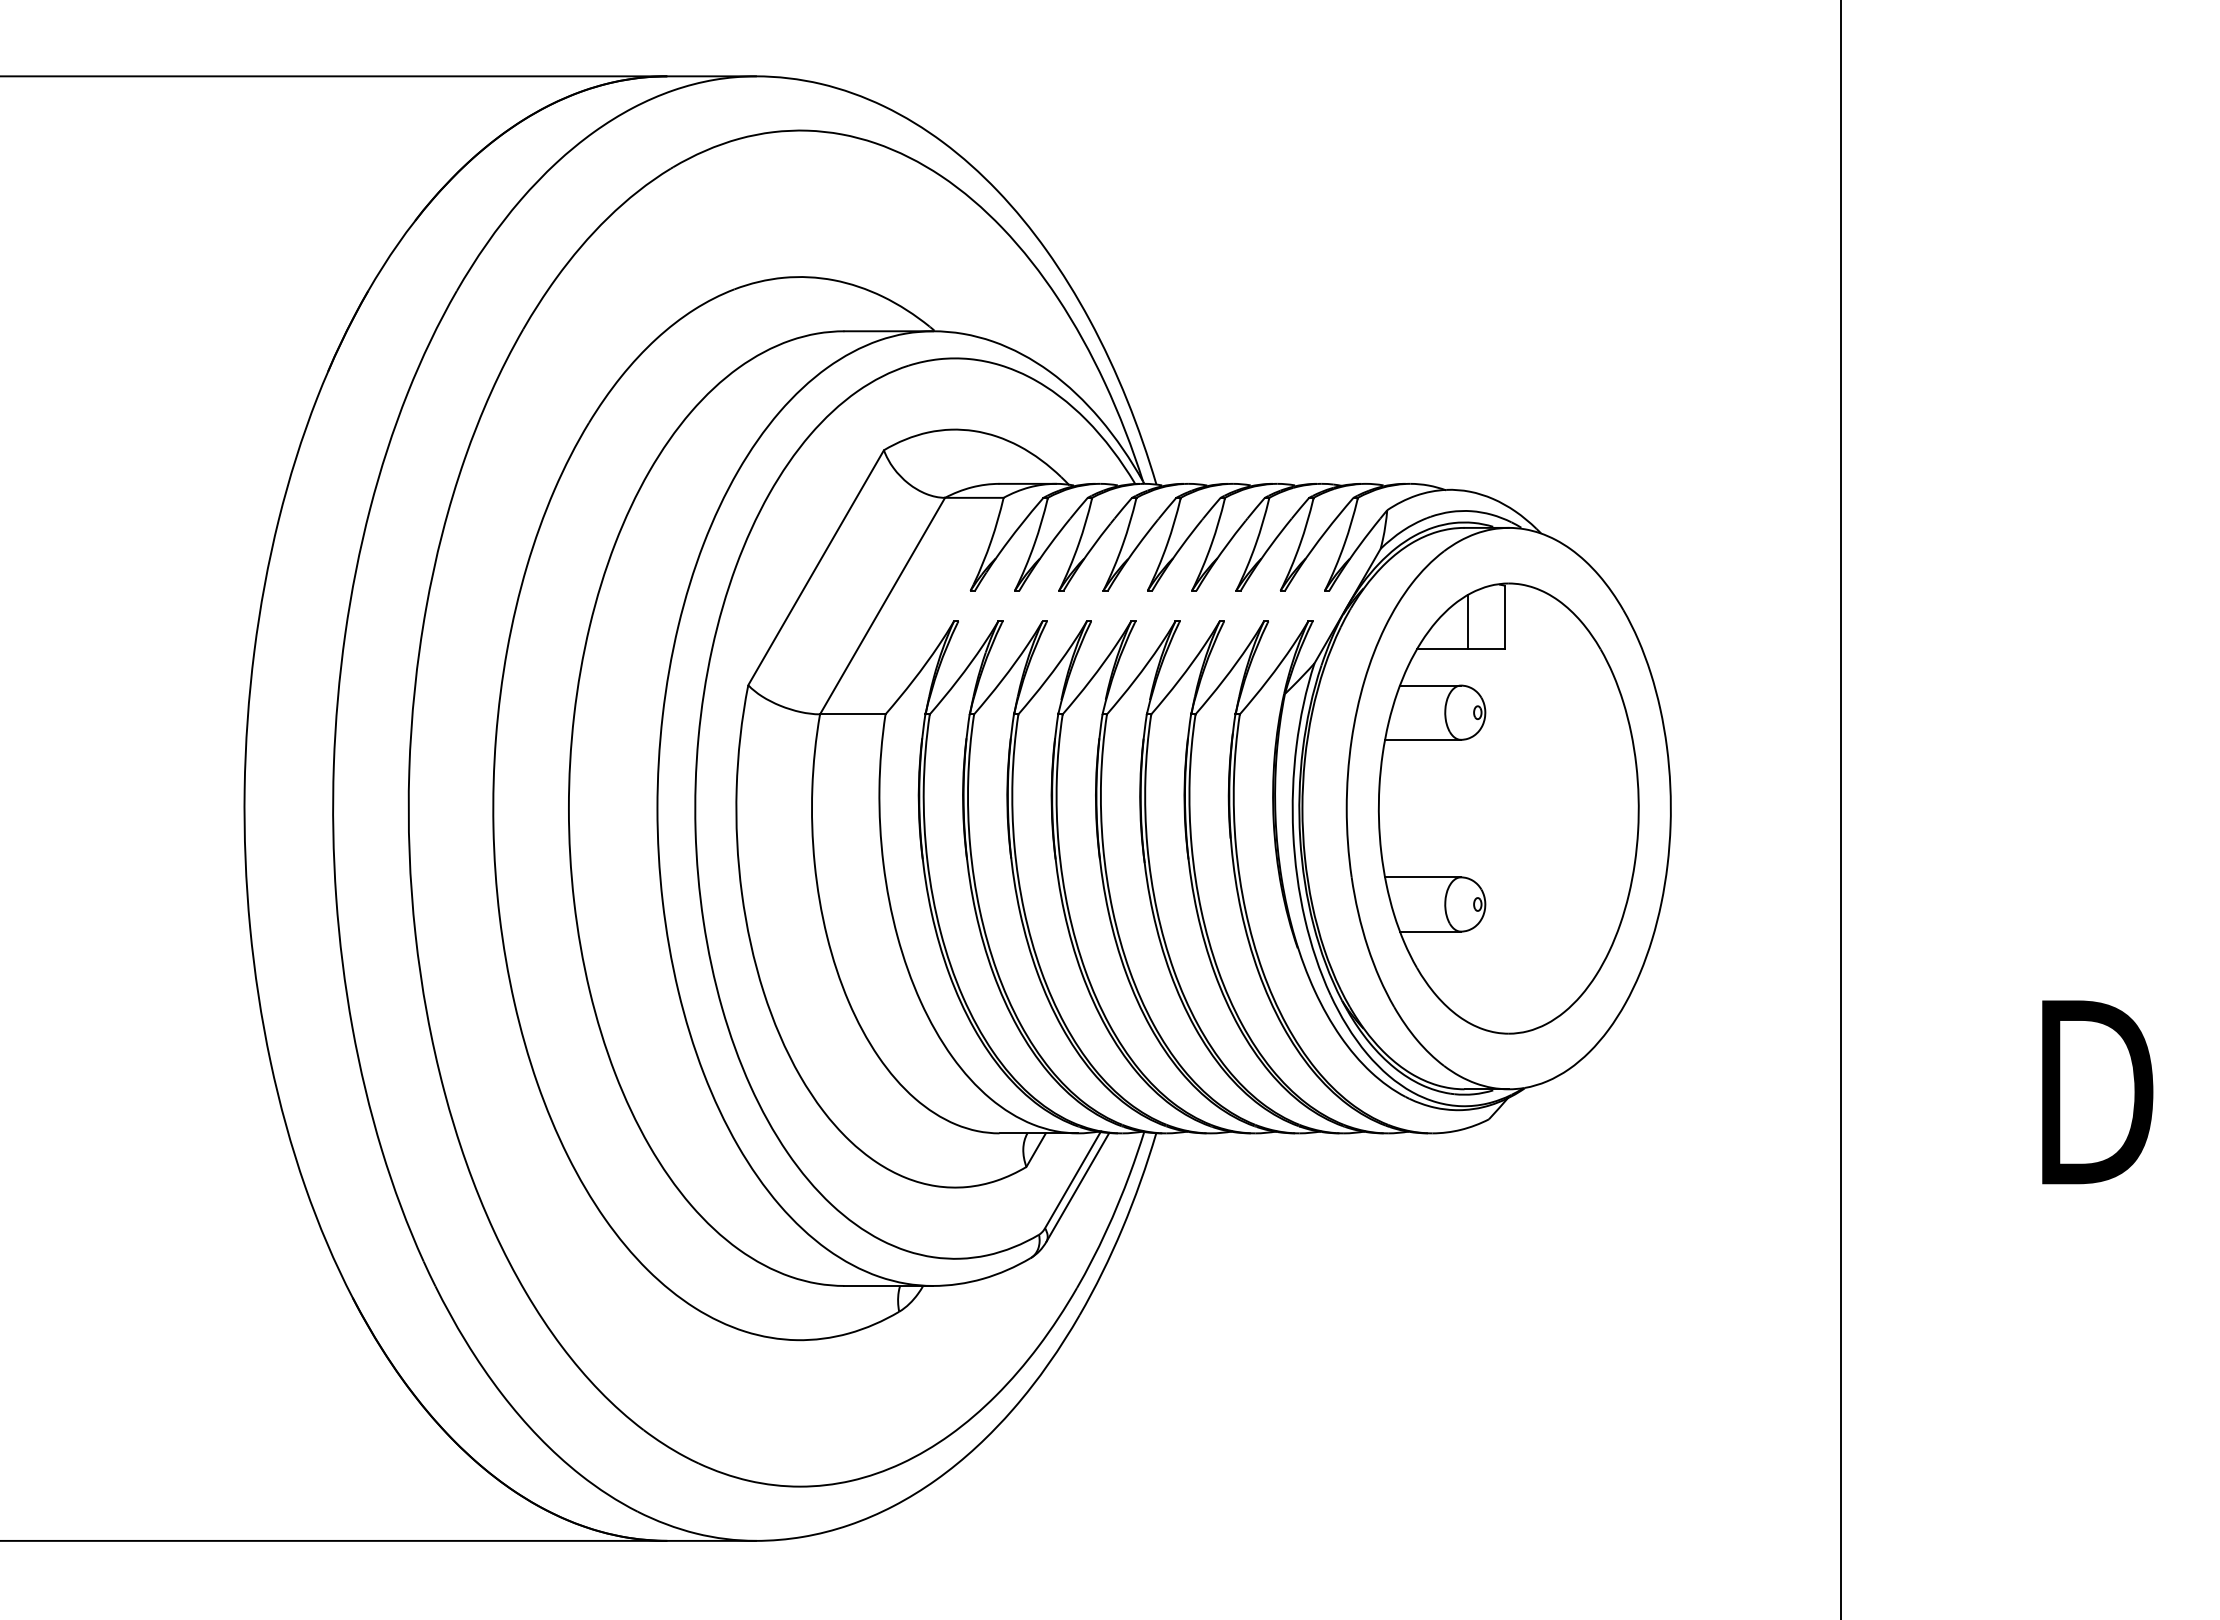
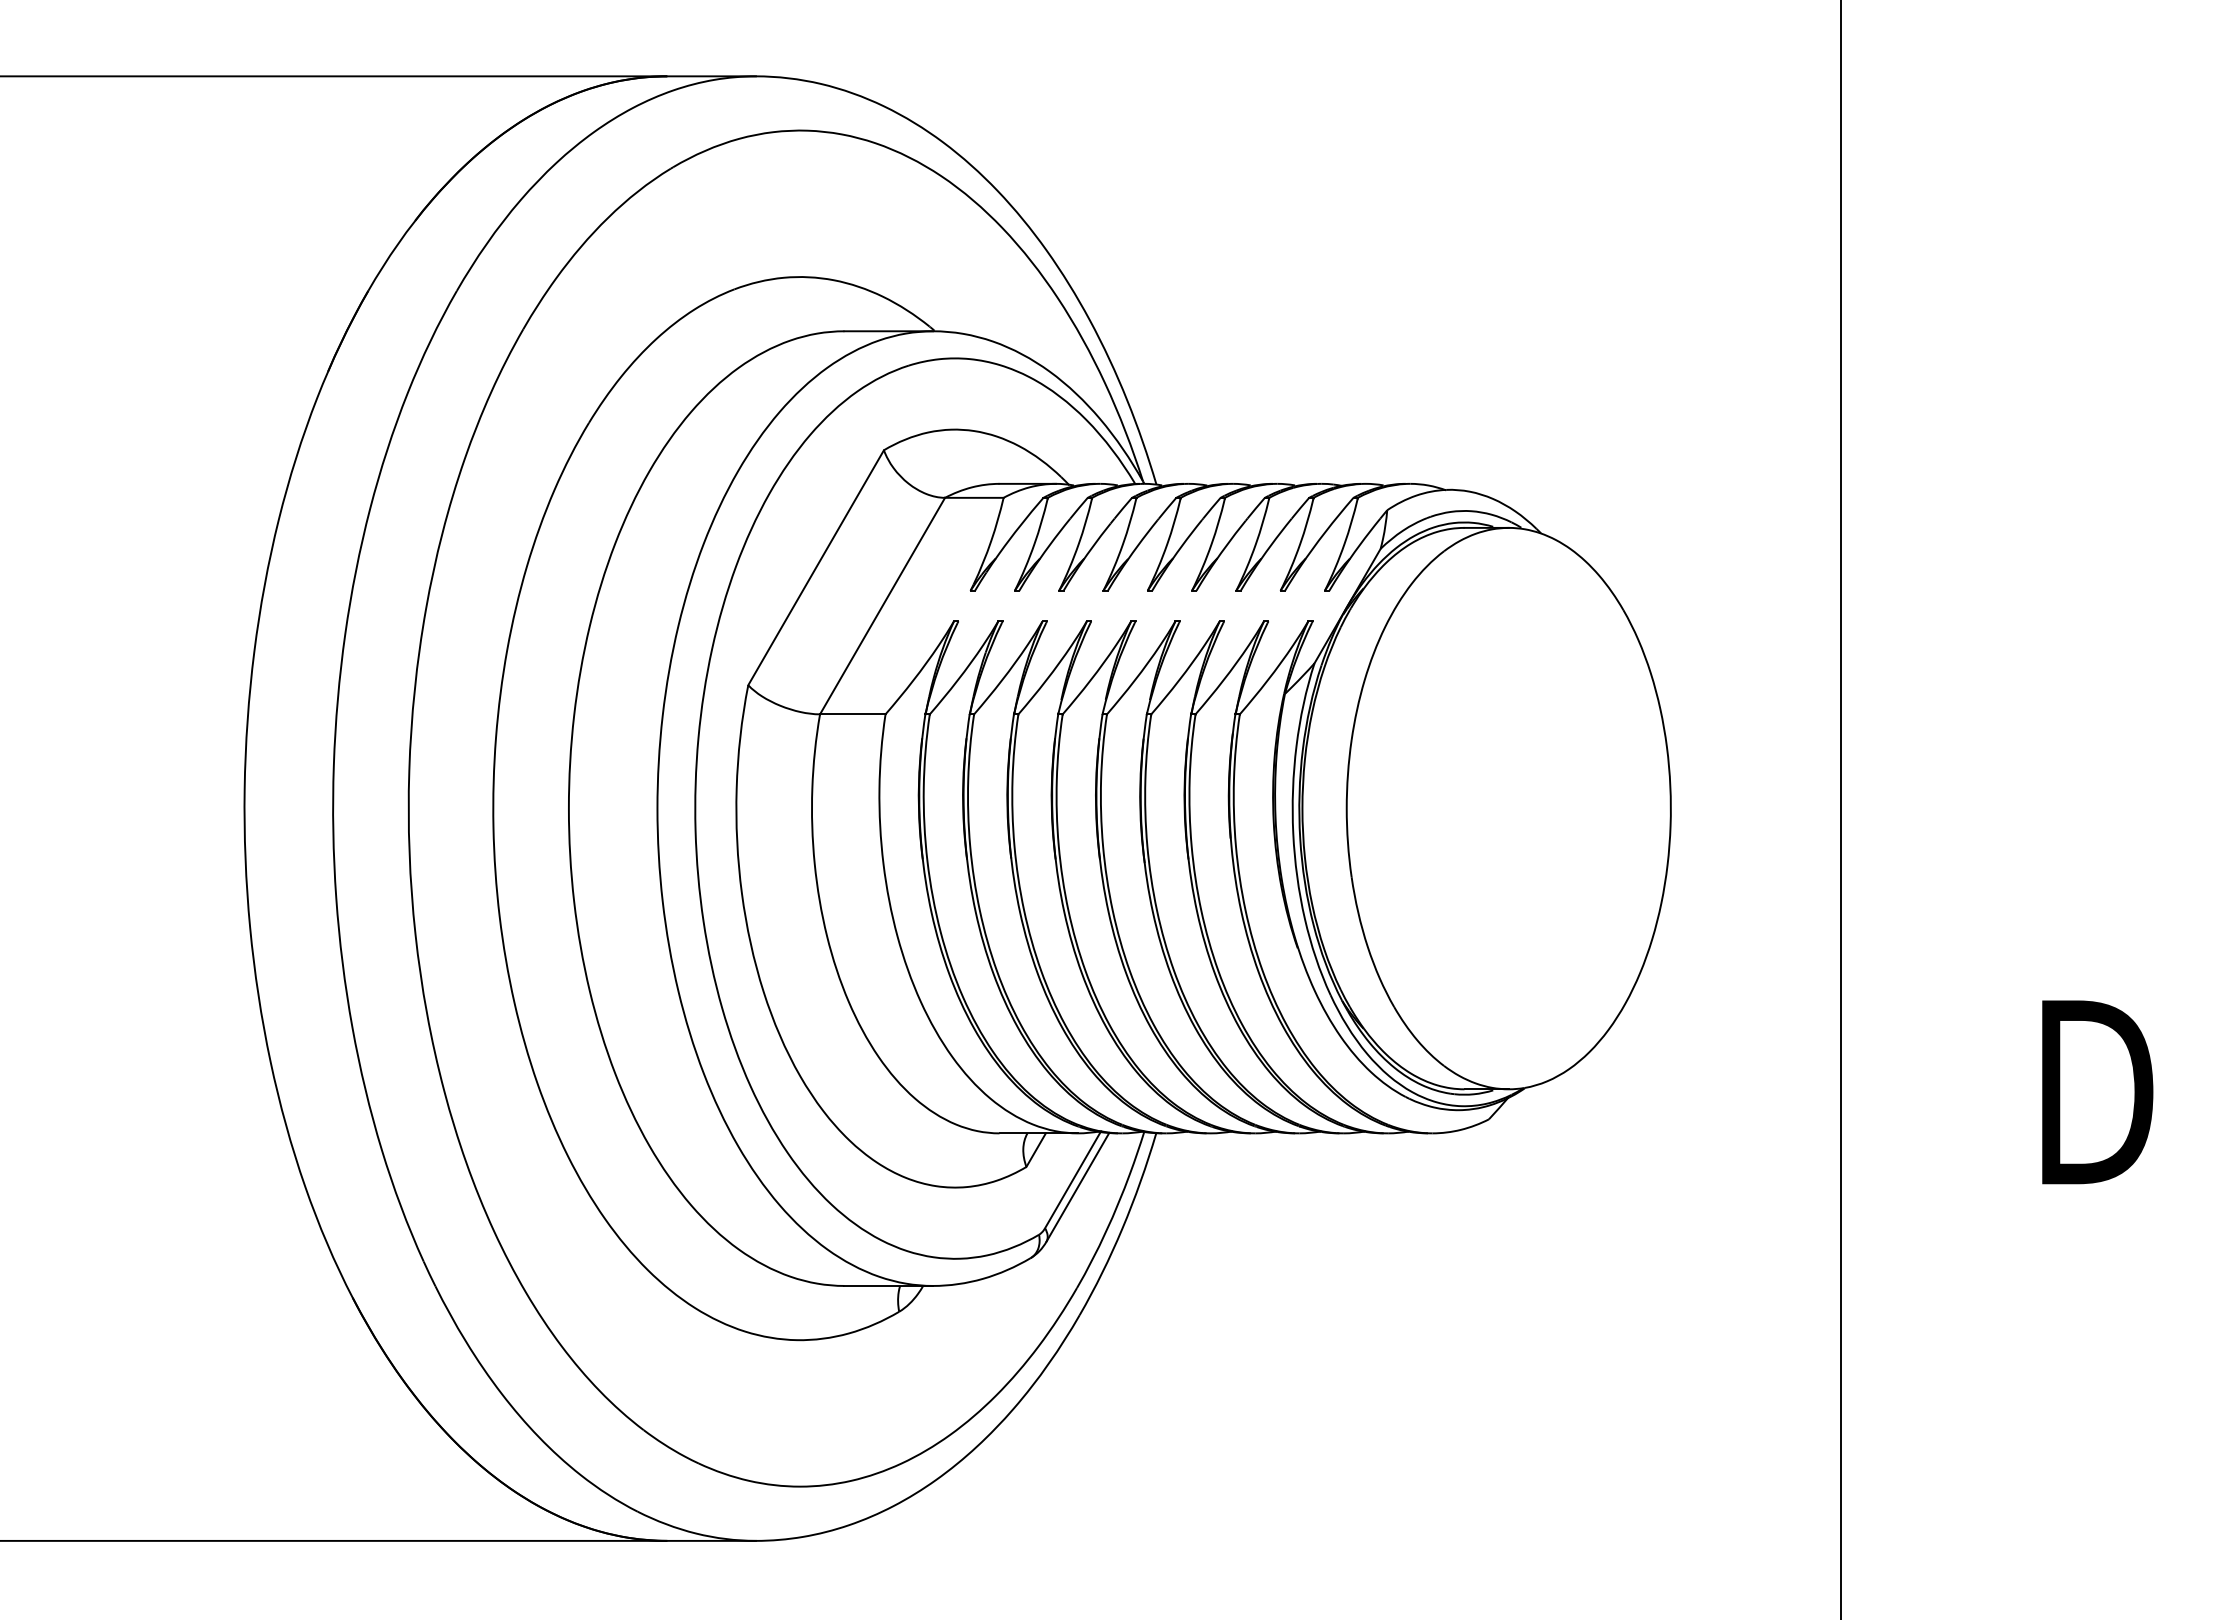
part at (1508, 808): present -> none
